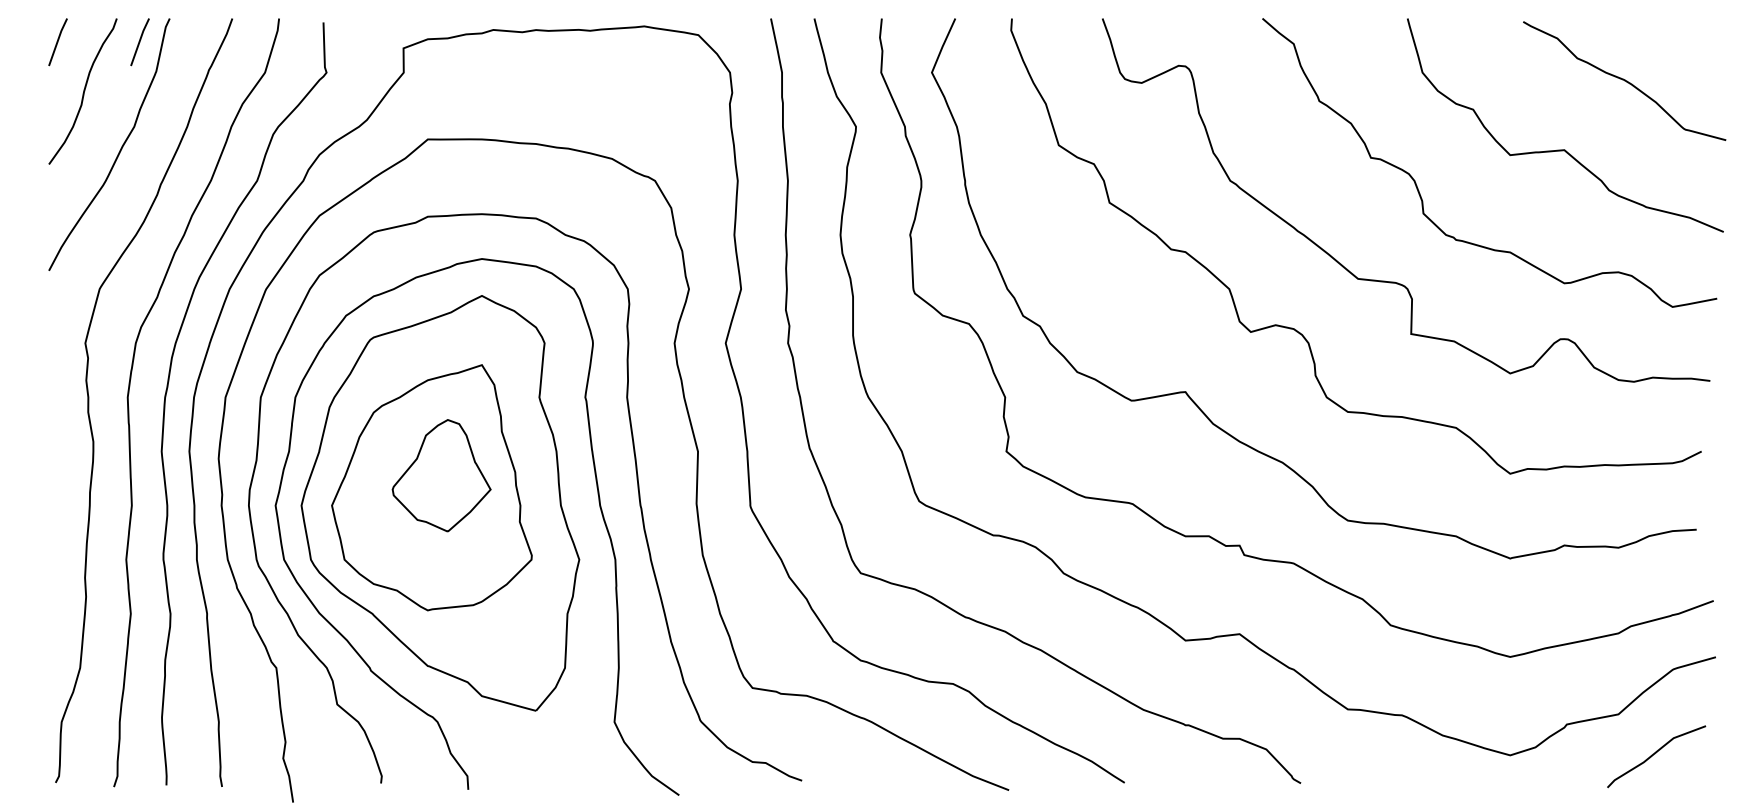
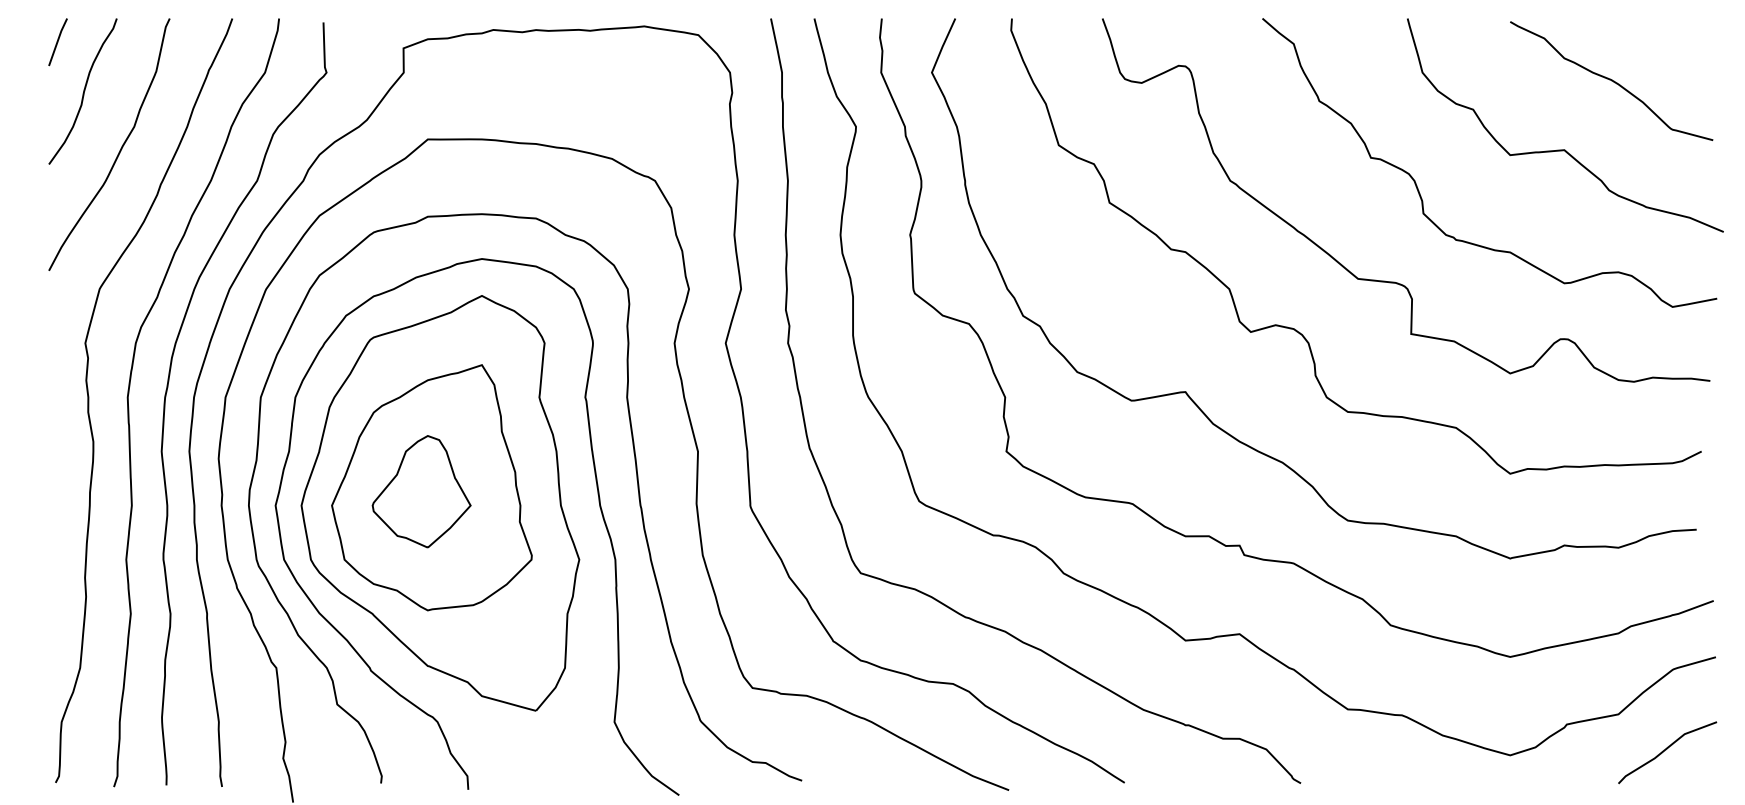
line at (139, 42): present -> none
curve at (1624, 80) position: (1624, 80) -> (1611, 80)
part at (441, 475) position: (441, 475) -> (421, 491)
curve at (1655, 754) position: (1655, 754) -> (1666, 750)
